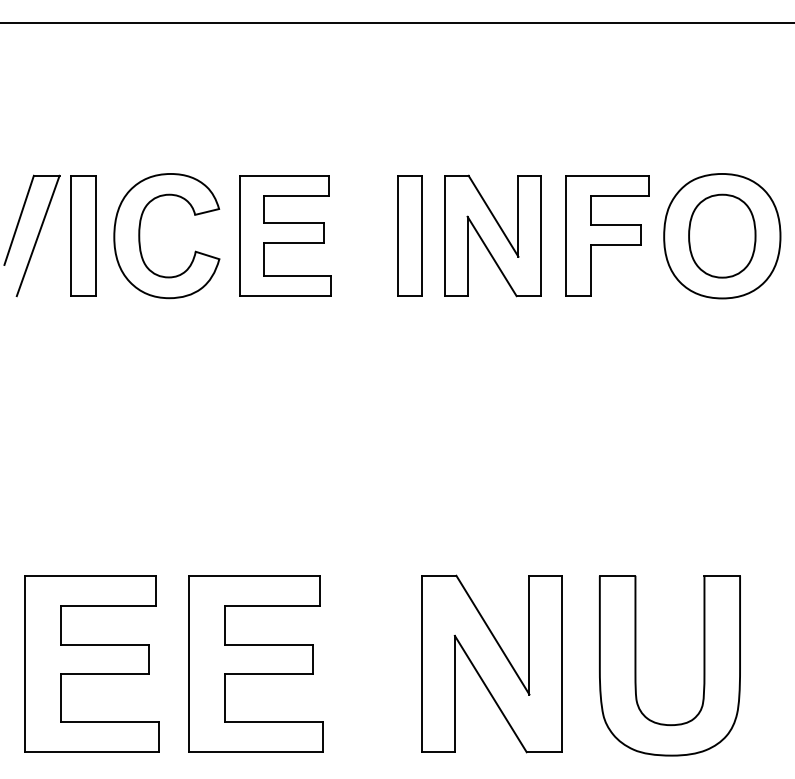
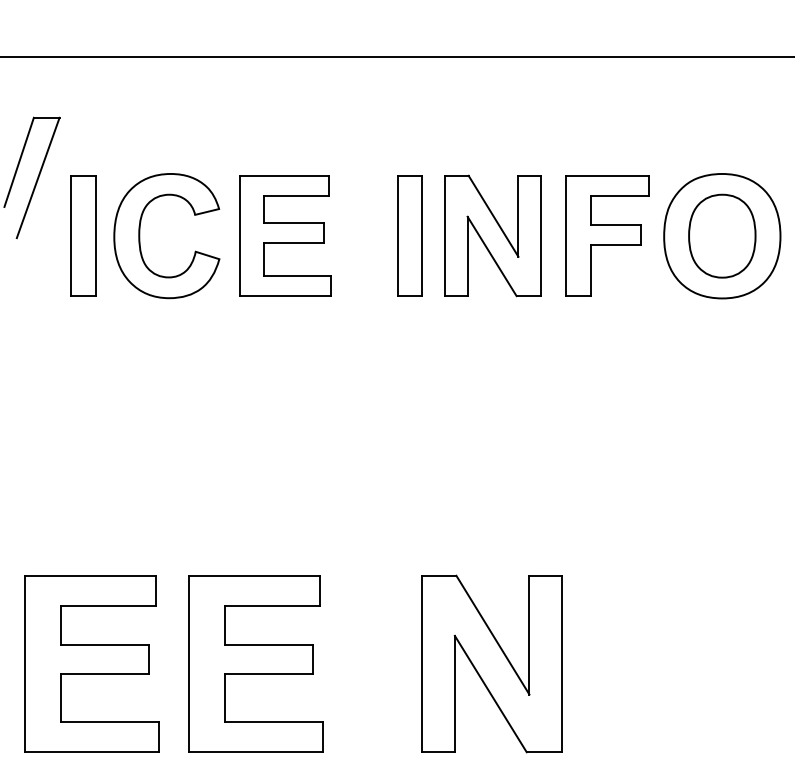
line at (396, 23) position: (396, 23) -> (396, 57)
part at (31, 235) position: (31, 235) -> (31, 177)
part at (636, 665): present -> none
